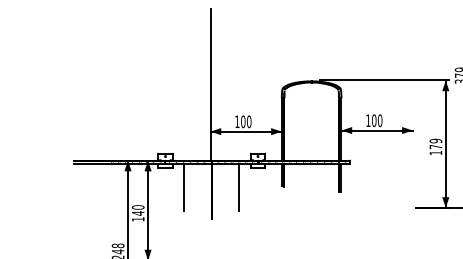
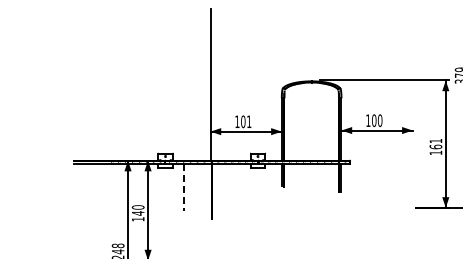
text at (249, 121): 100 -> 101
text at (435, 143): 179 -> 161
line at (239, 186): present -> none
line at (184, 187): solid -> dashed
